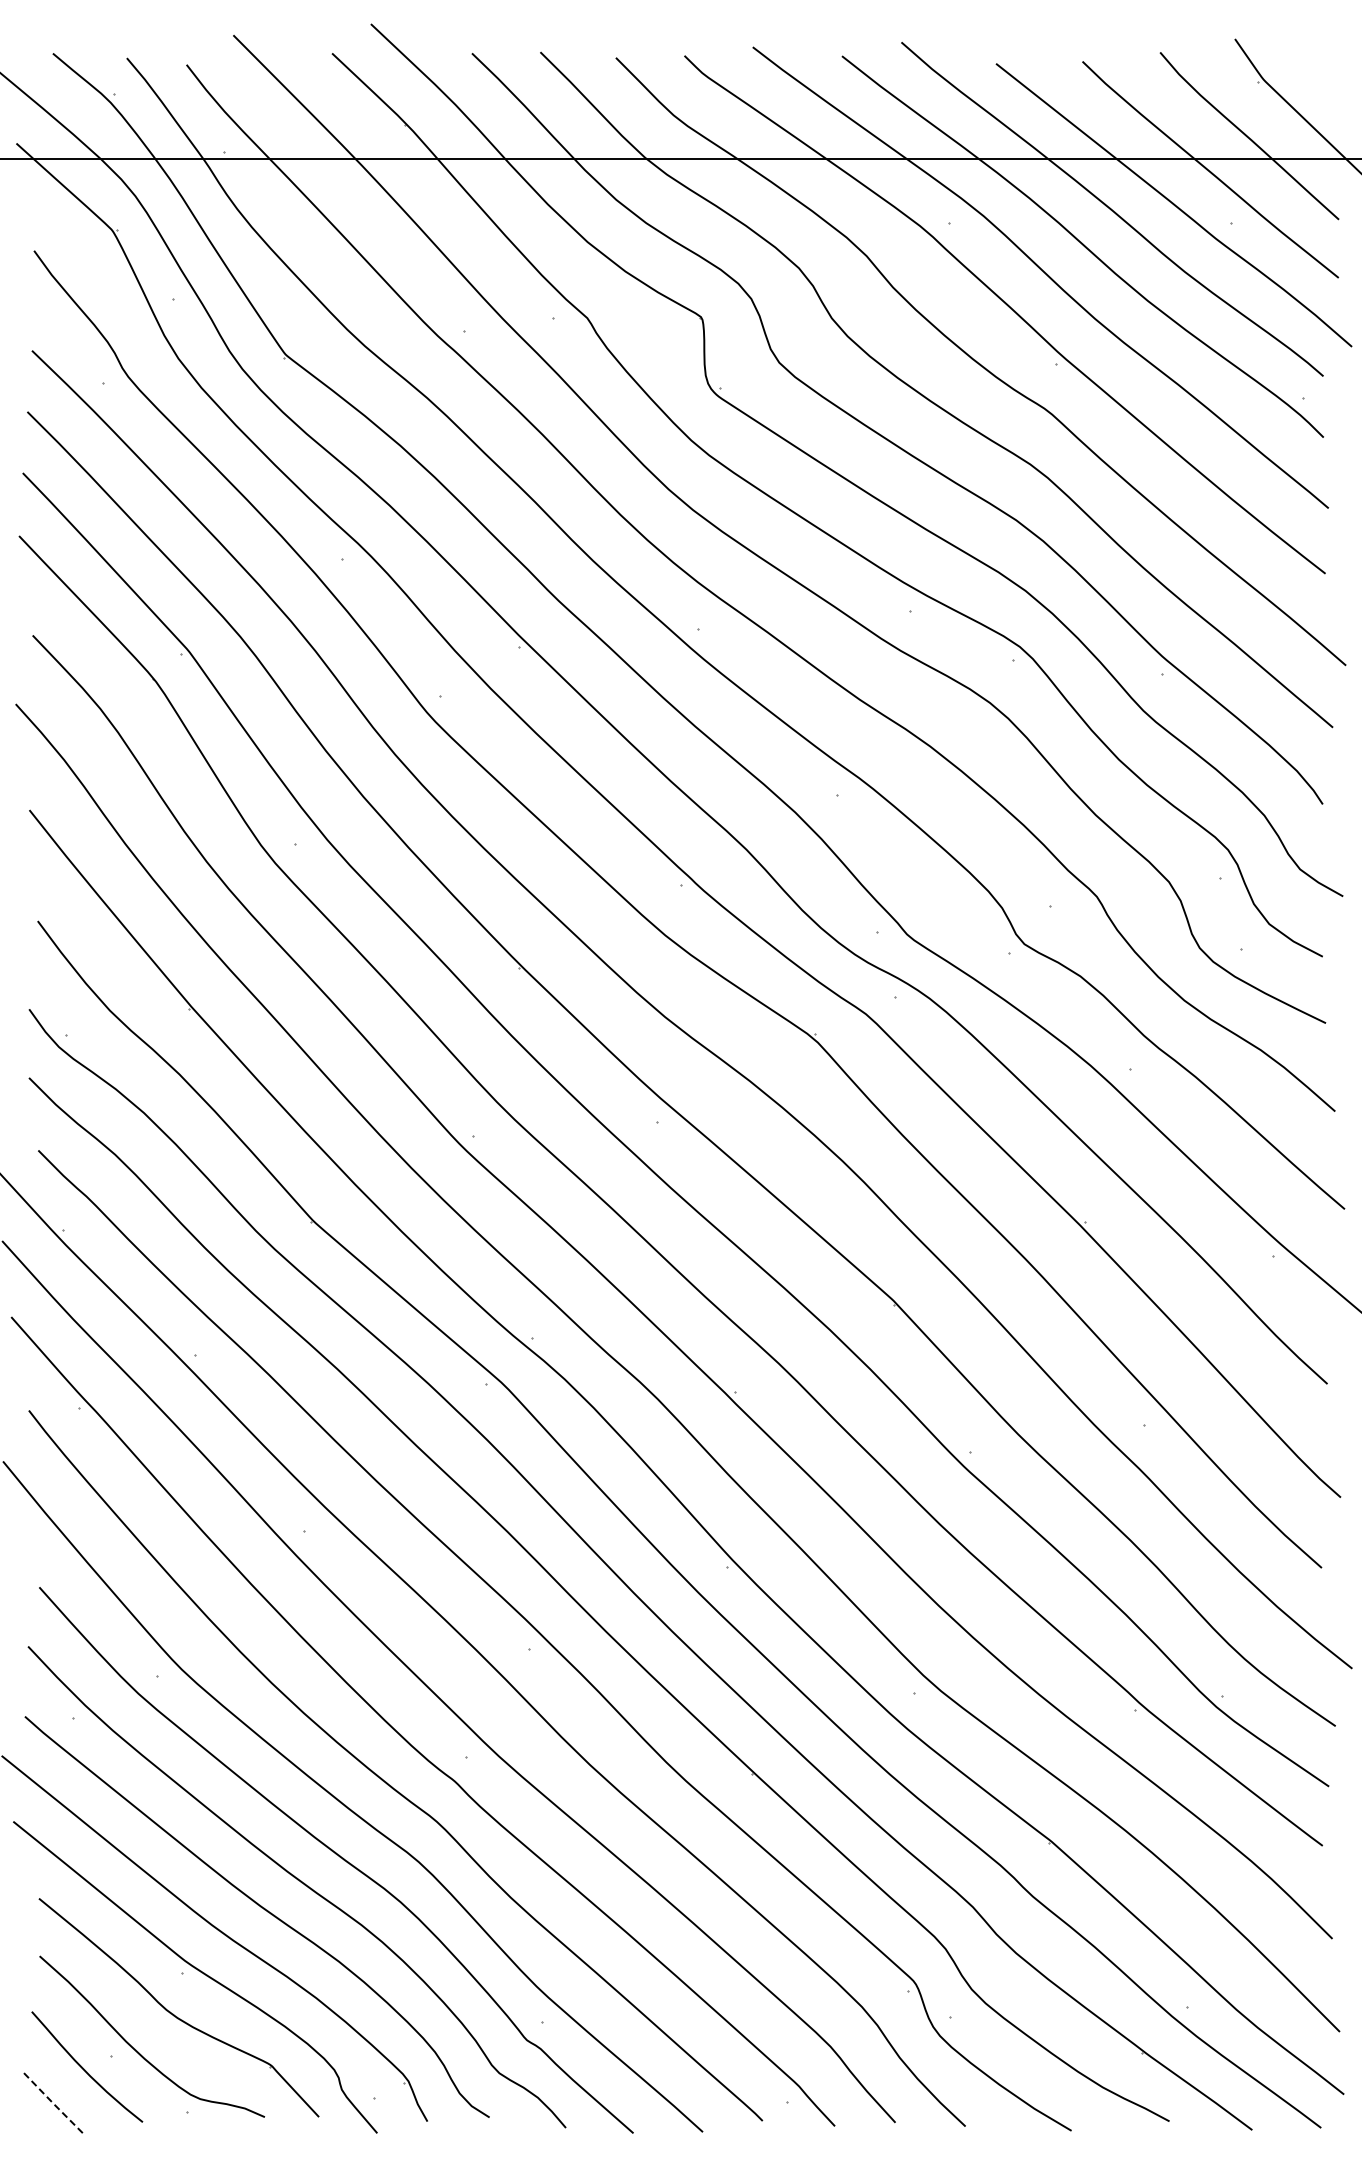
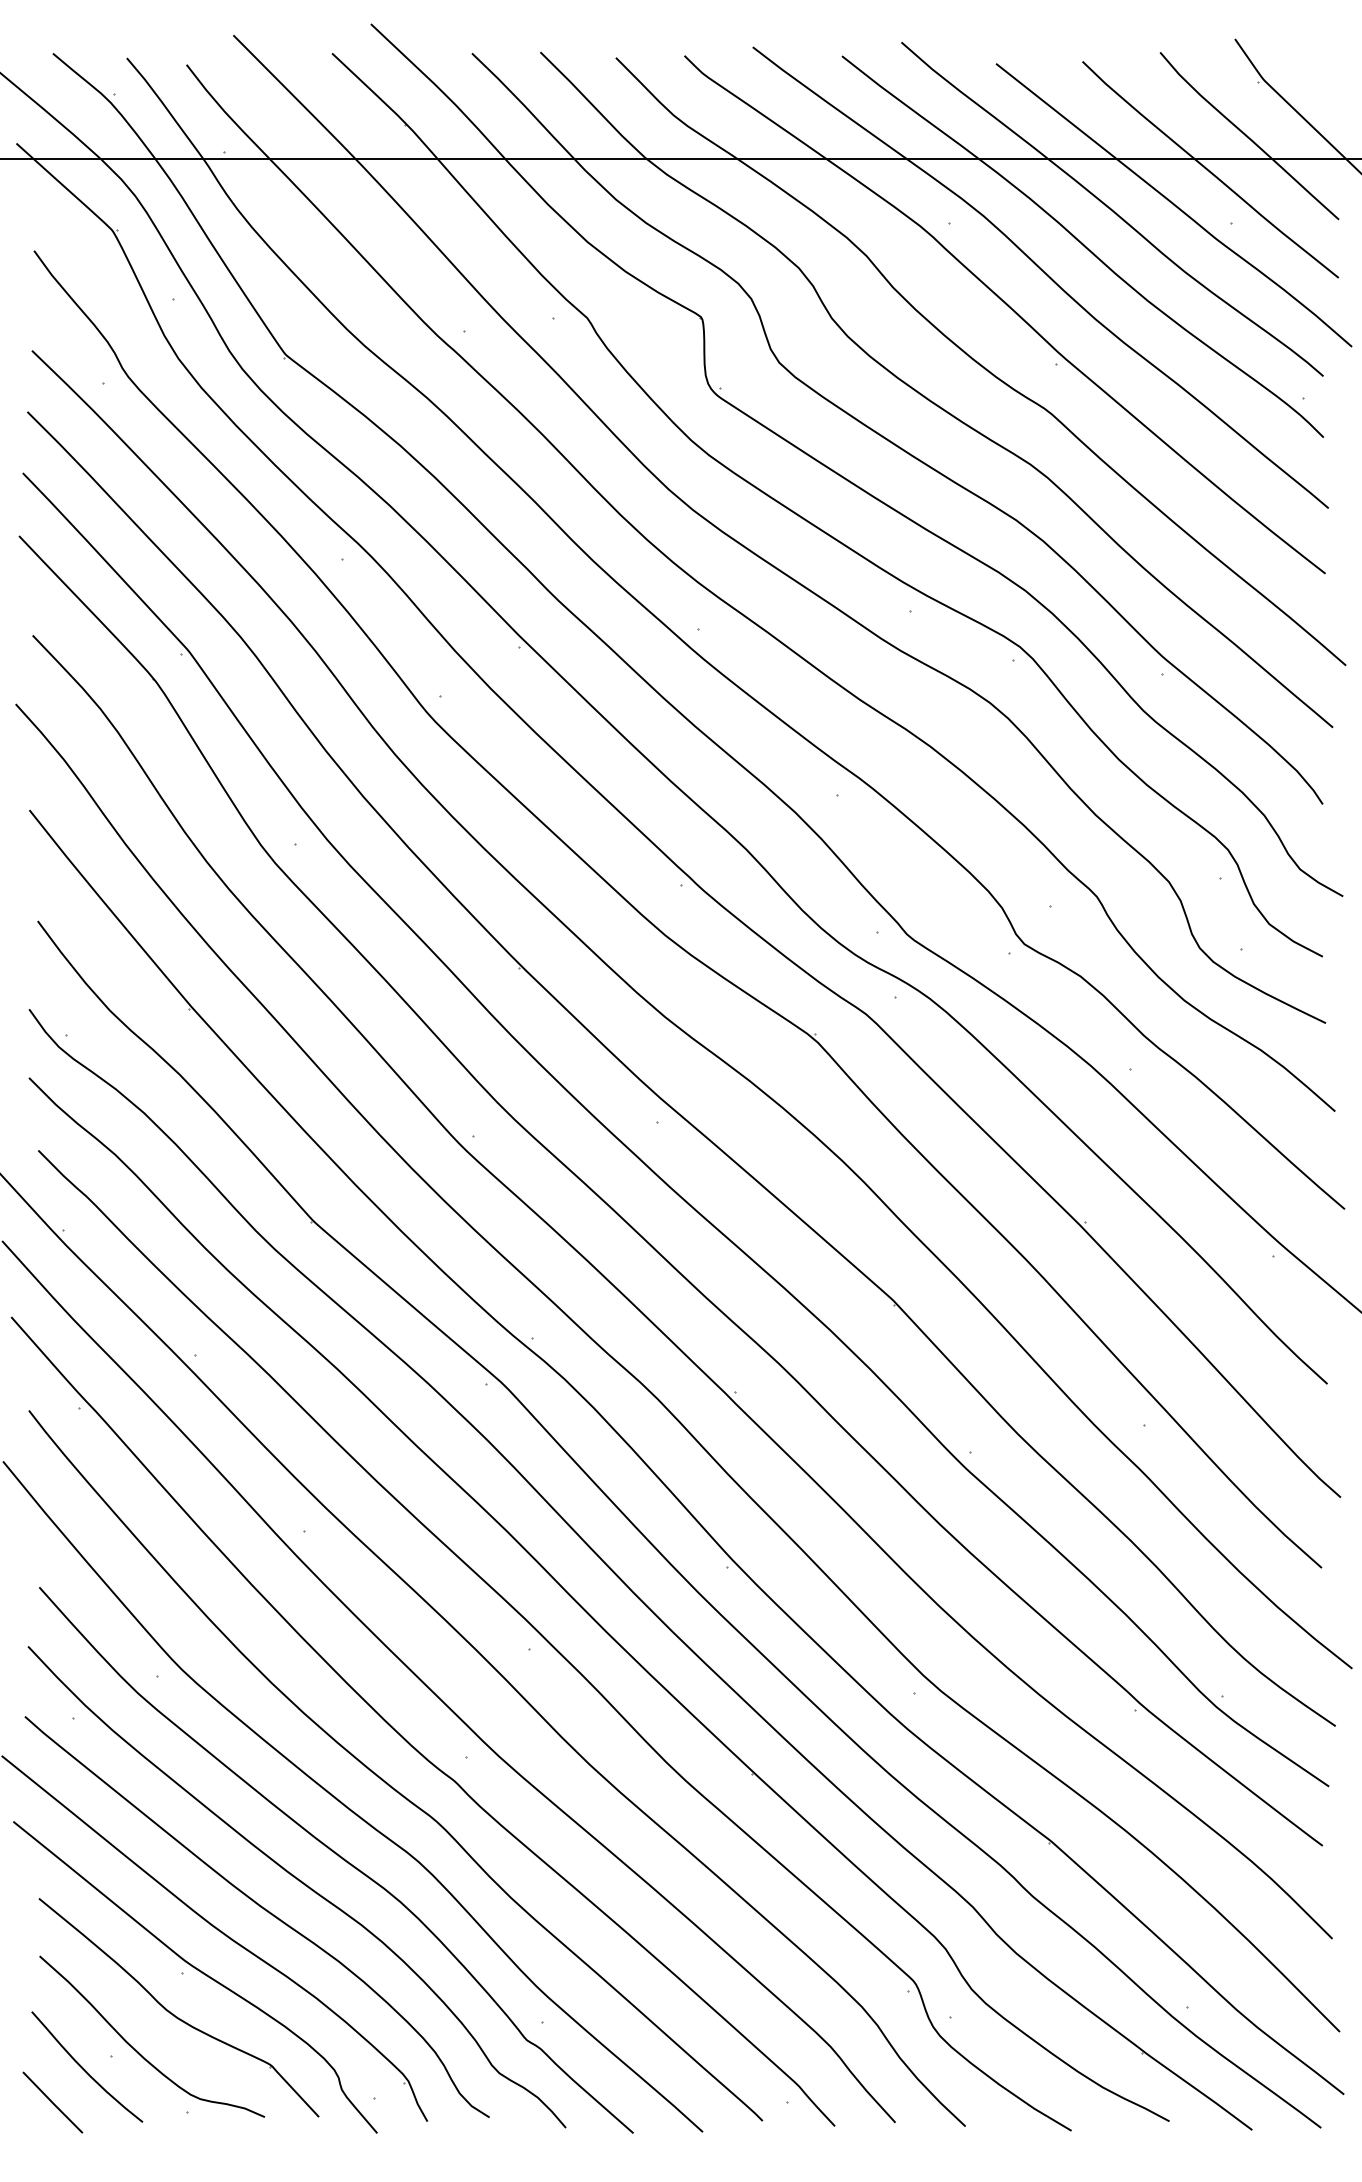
line at (53, 2103): dashed -> solid
